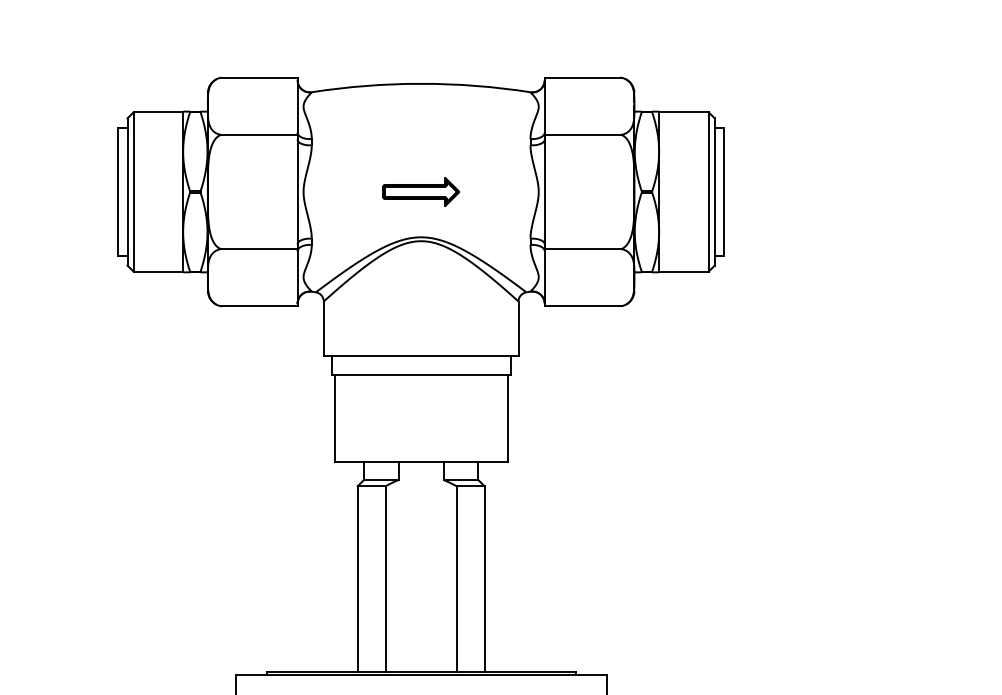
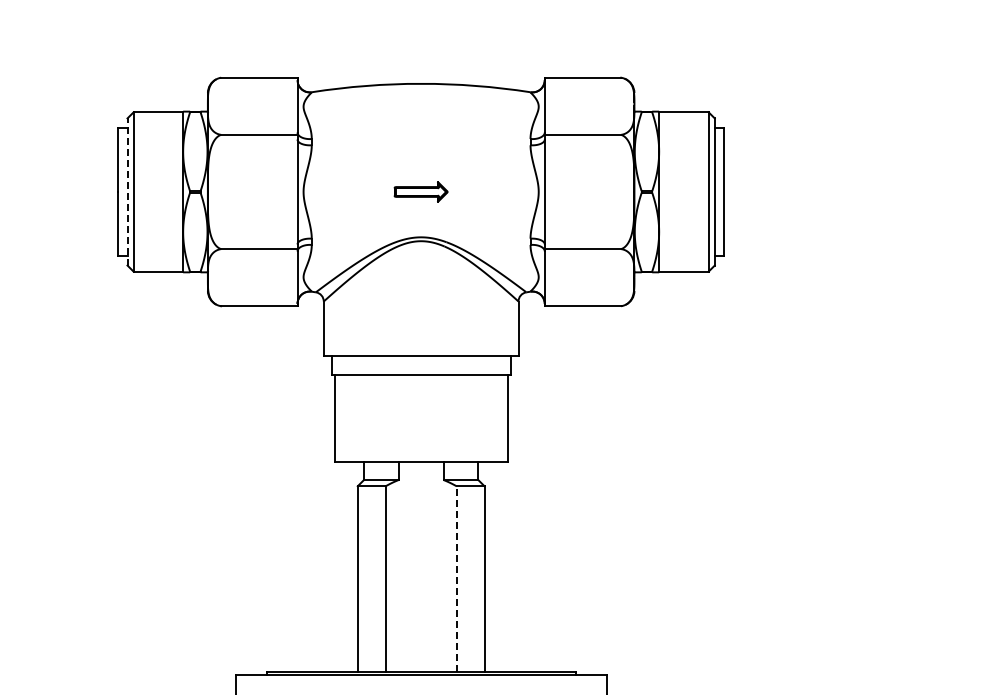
line at (127, 191): solid -> dashed
part at (420, 191) size: 78x30 px -> 56x22 px
line at (456, 578): solid -> dashed
